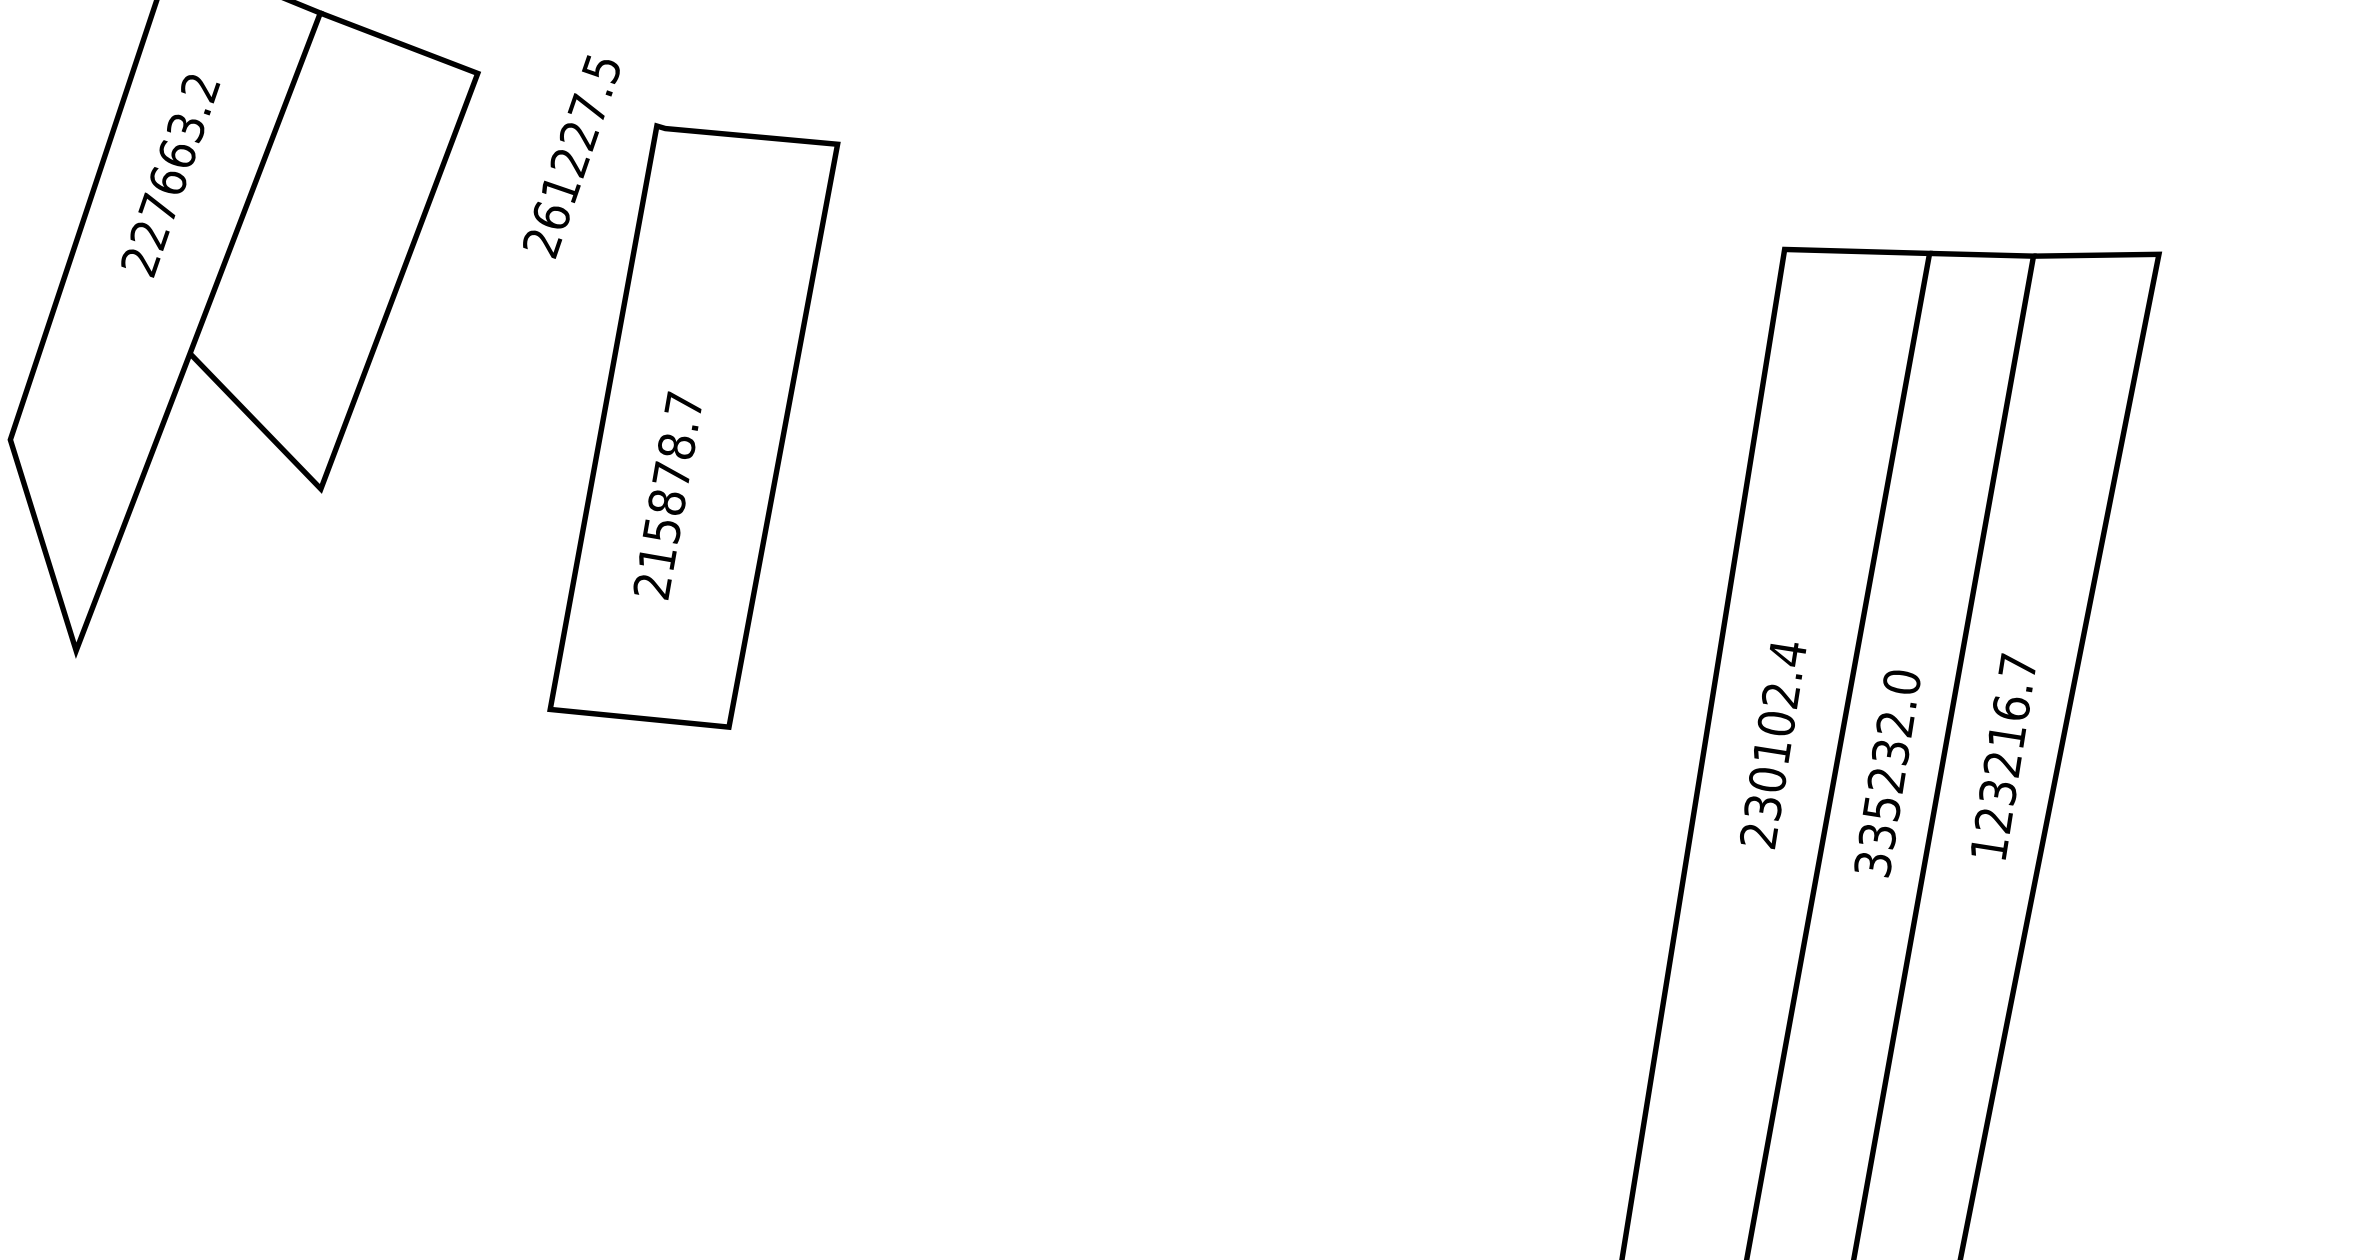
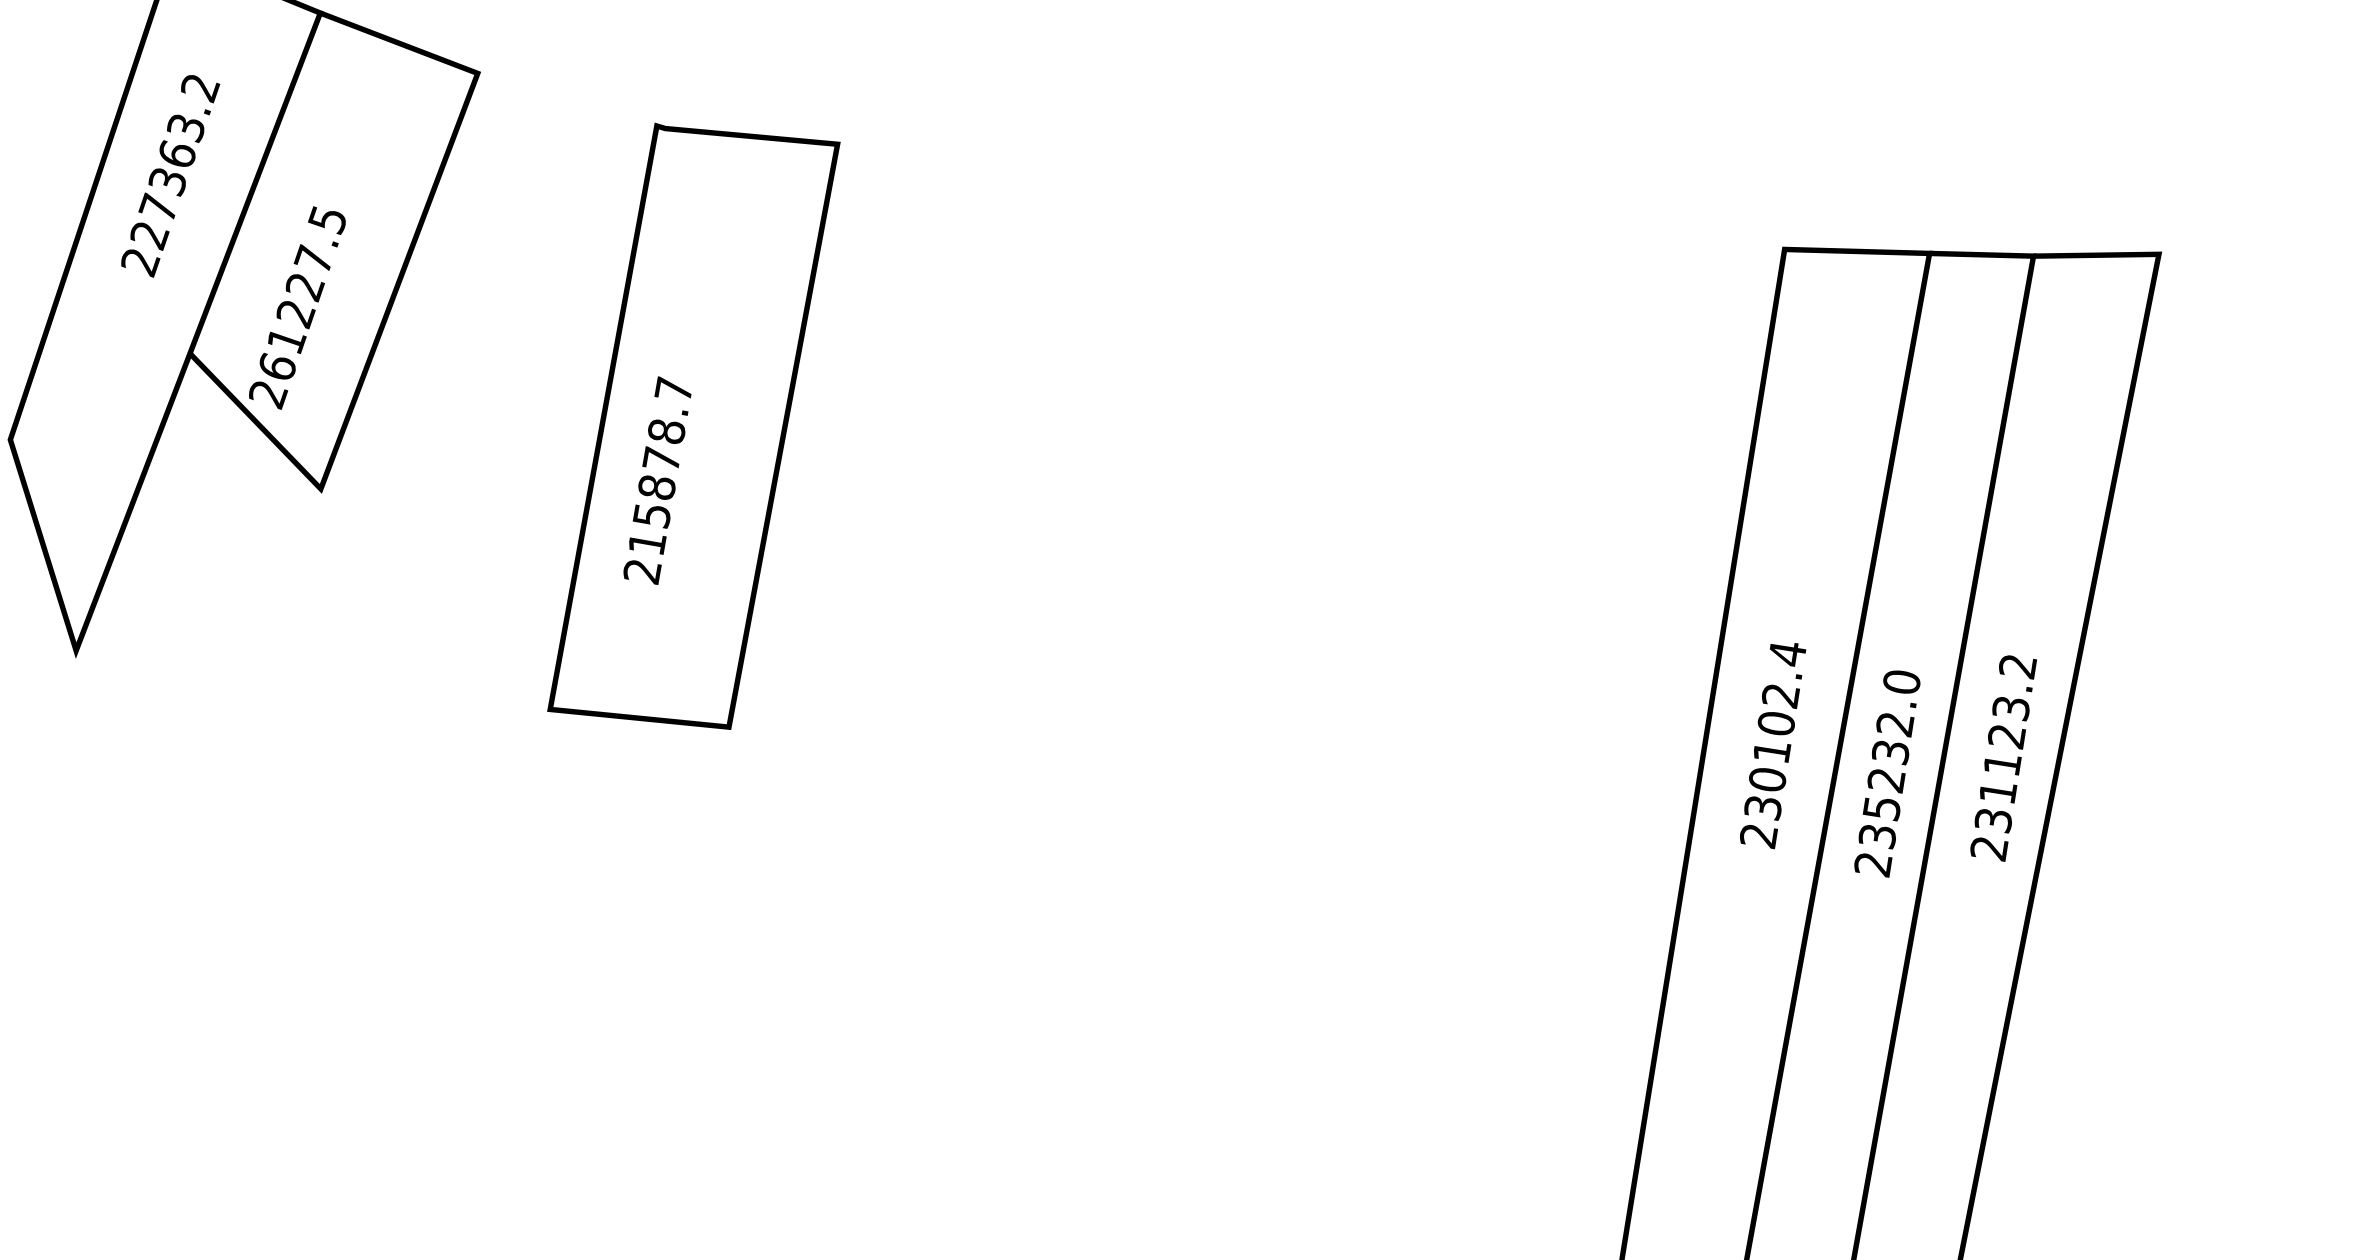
text at (571, 156) position: (571, 156) -> (297, 307)
text at (167, 181): 227663.2 -> 227363.2
text at (667, 495) position: (667, 495) -> (657, 480)
text at (2003, 757): 123216.7 -> 231123.2
text at (1873, 865): 335232.0 -> 235232.0
